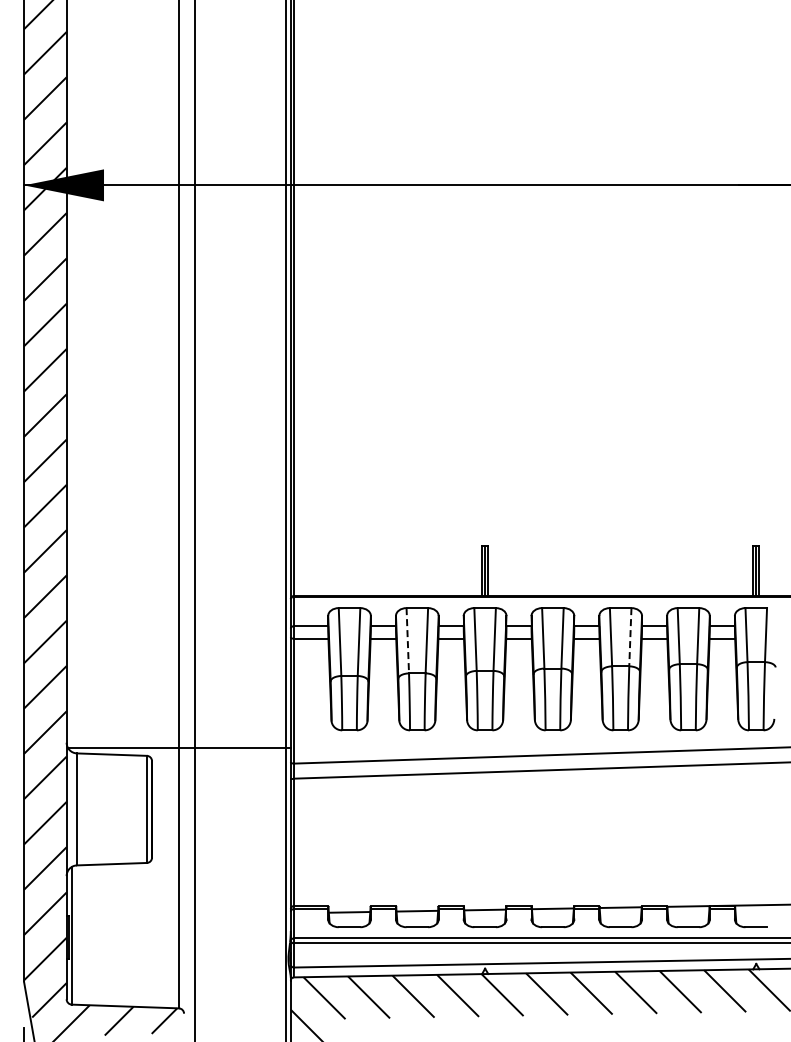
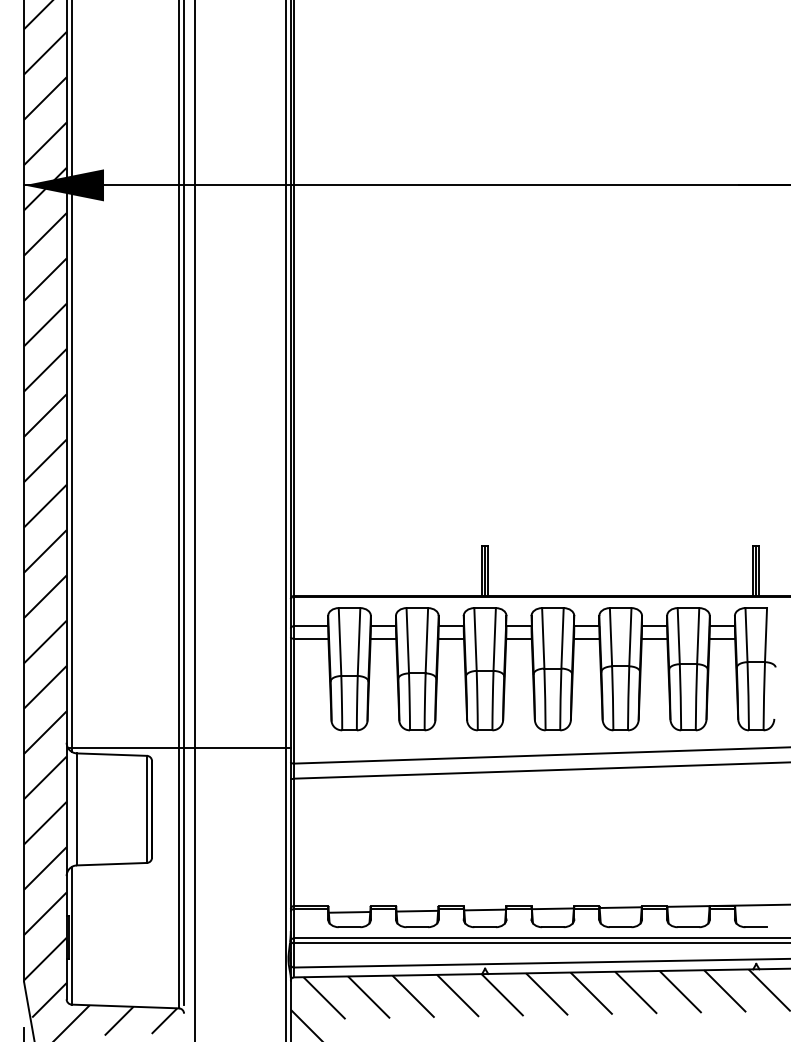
line at (71, 376): none -> present
line at (184, 503): none -> present
line at (630, 637): dashed -> solid
line at (407, 640): dashed -> solid
